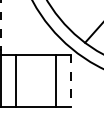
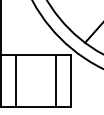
line at (0, 26): dashed -> solid
line at (70, 80): dashed -> solid
